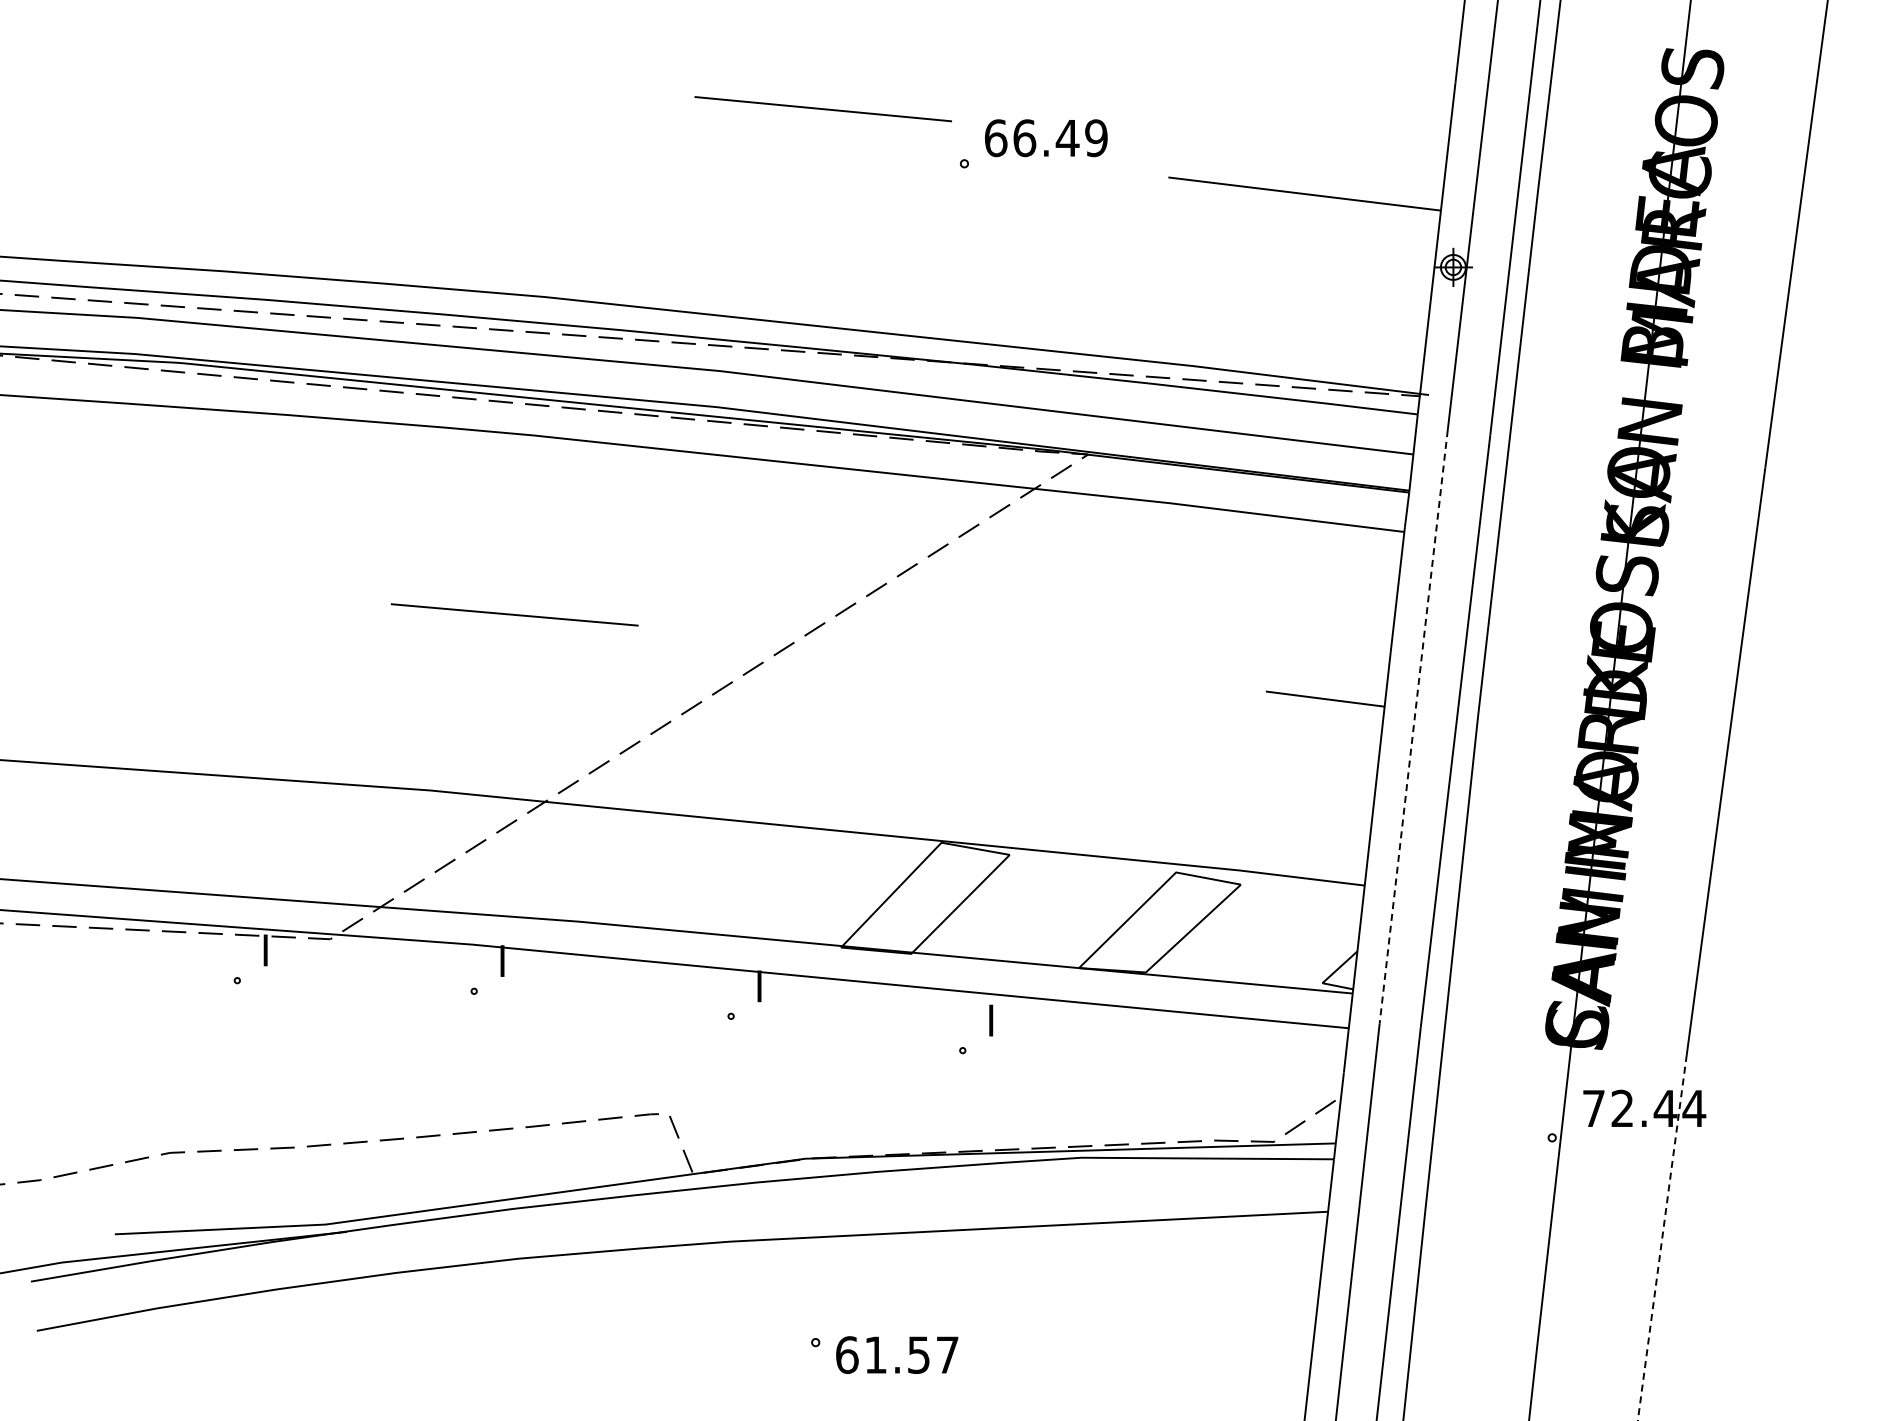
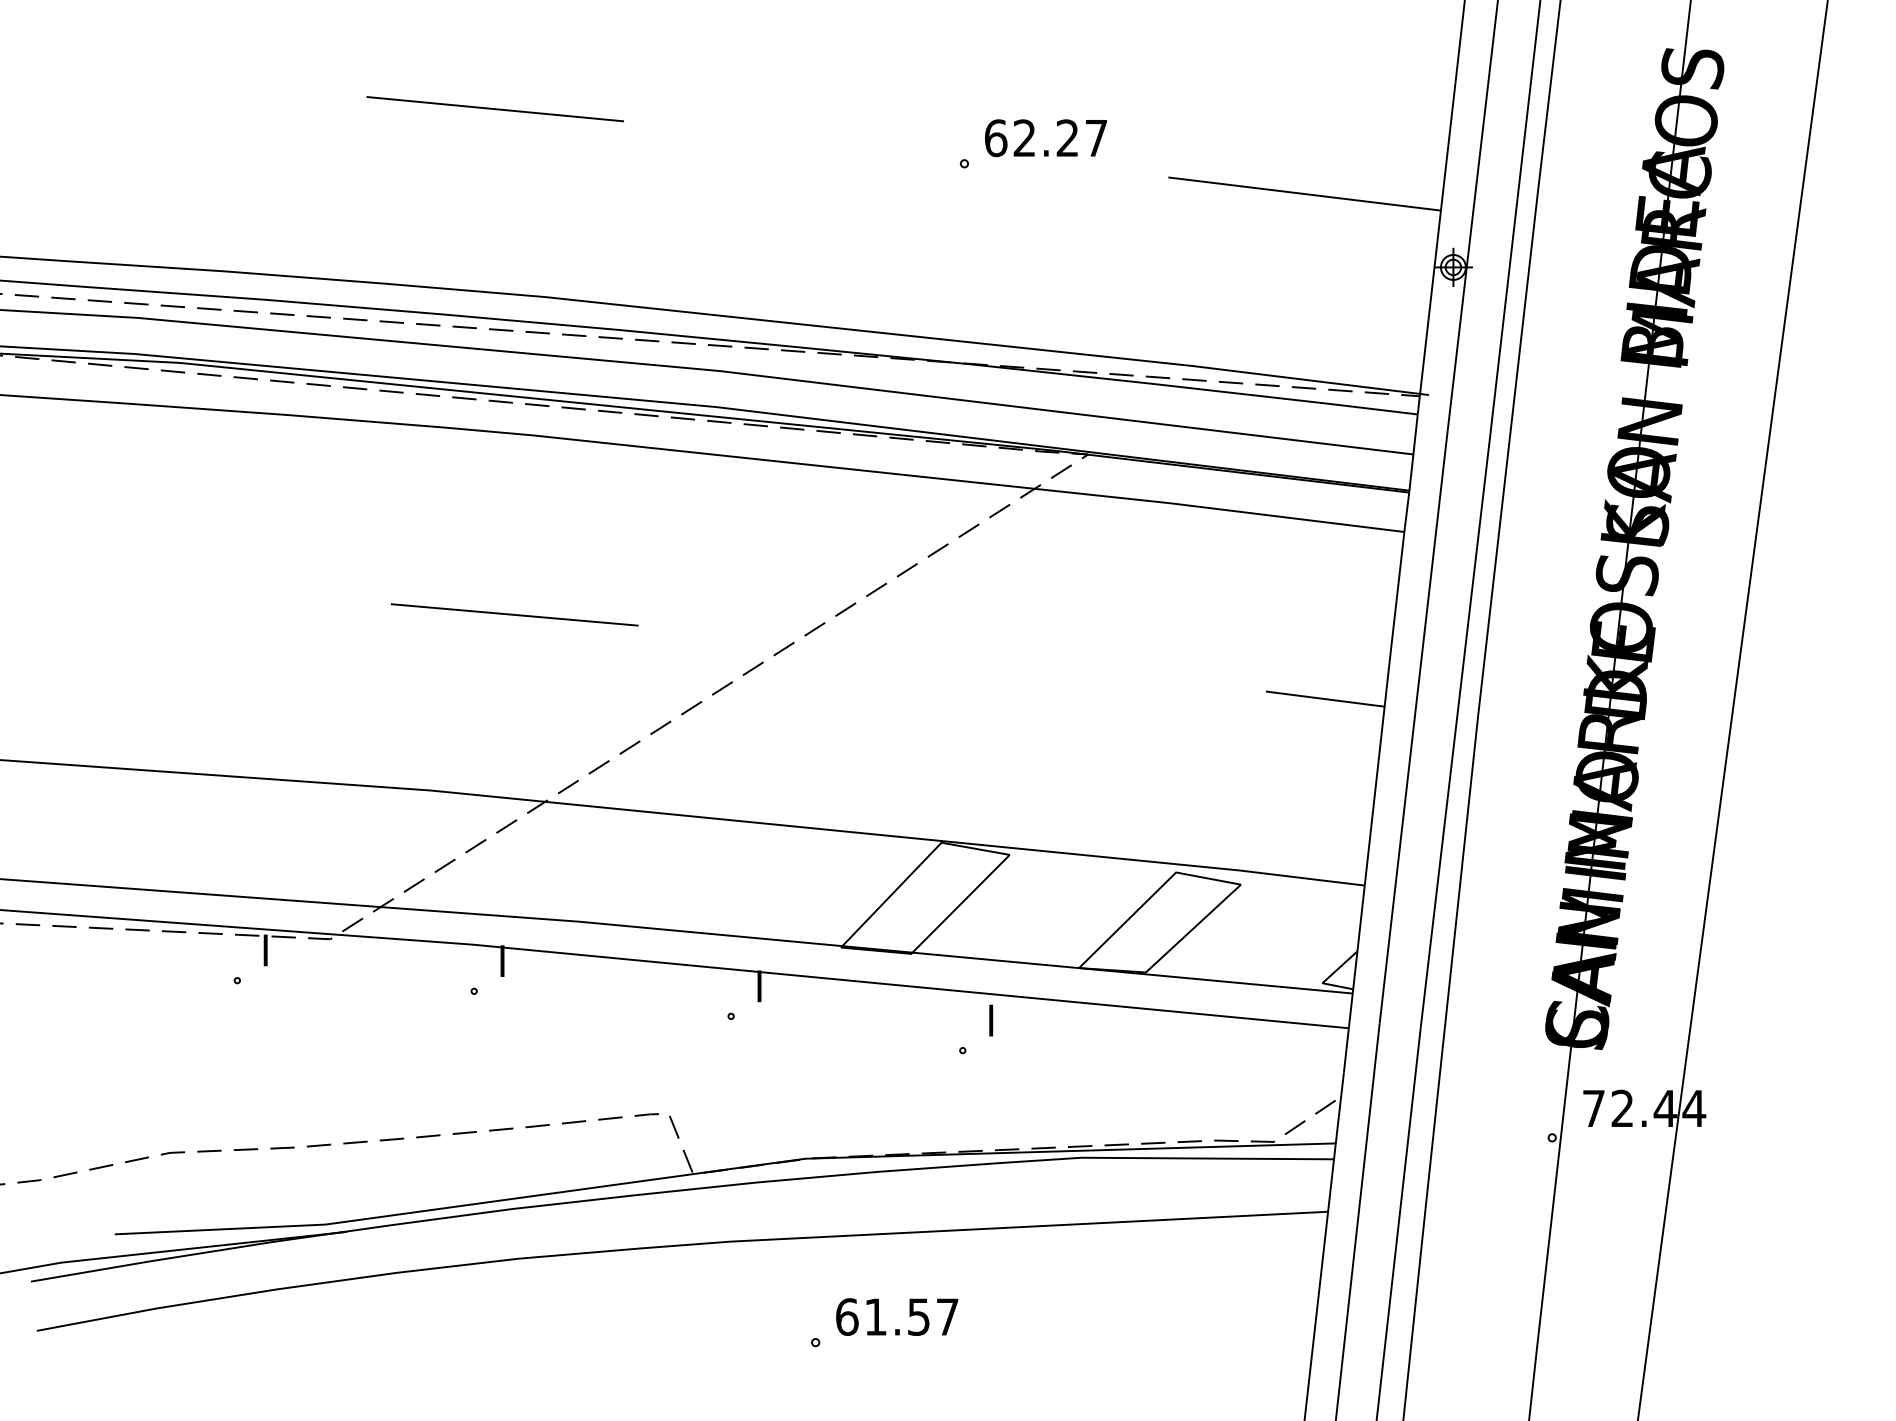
line at (822, 109) position: (822, 109) -> (494, 109)
text at (1060, 138): 66.49 -> 62.27
line at (1413, 726): dashed -> solid
line at (1662, 1238): dashed -> solid
text at (897, 1354) position: (897, 1354) -> (897, 1316)
